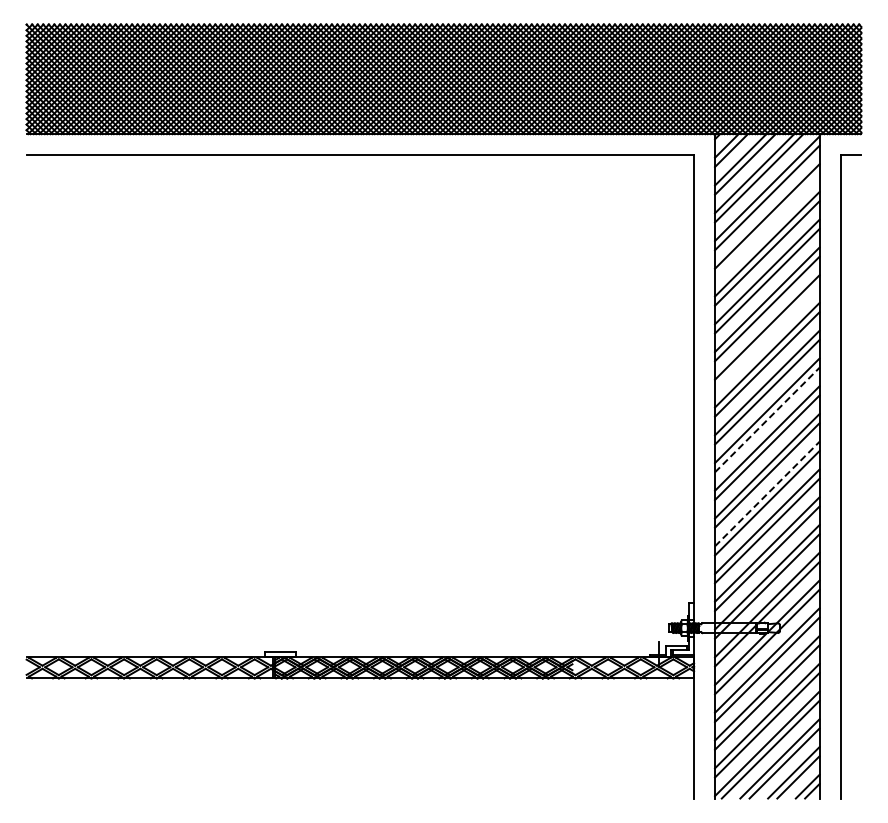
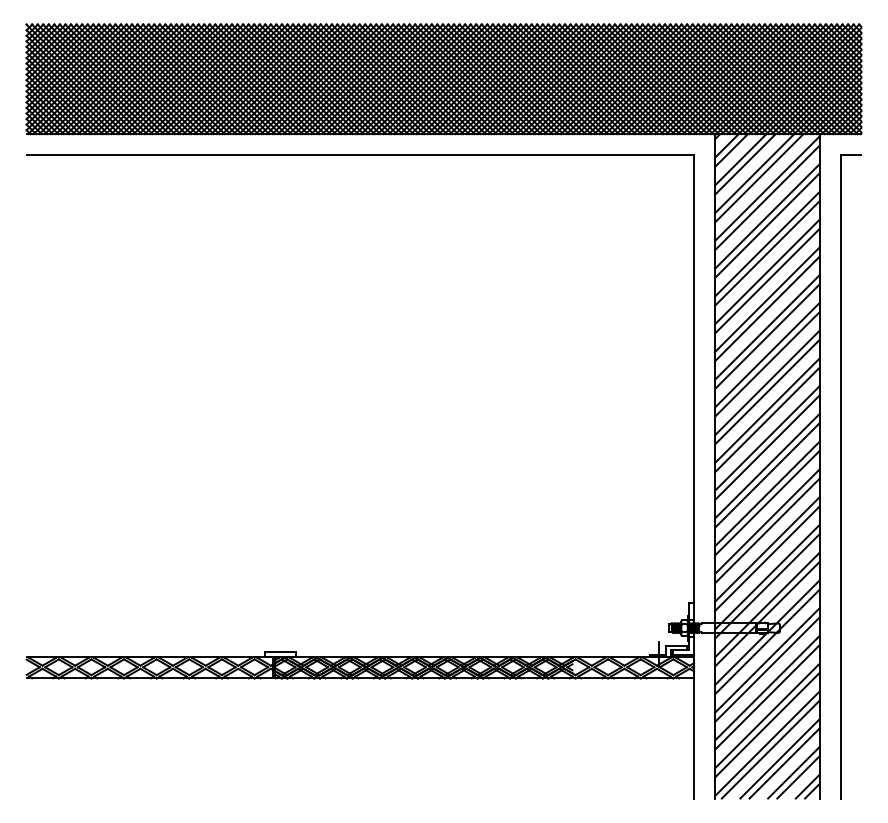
line at (767, 225): none -> present
line at (767, 336): none -> present
line at (767, 419): dashed -> solid
line at (767, 493): dashed -> solid
